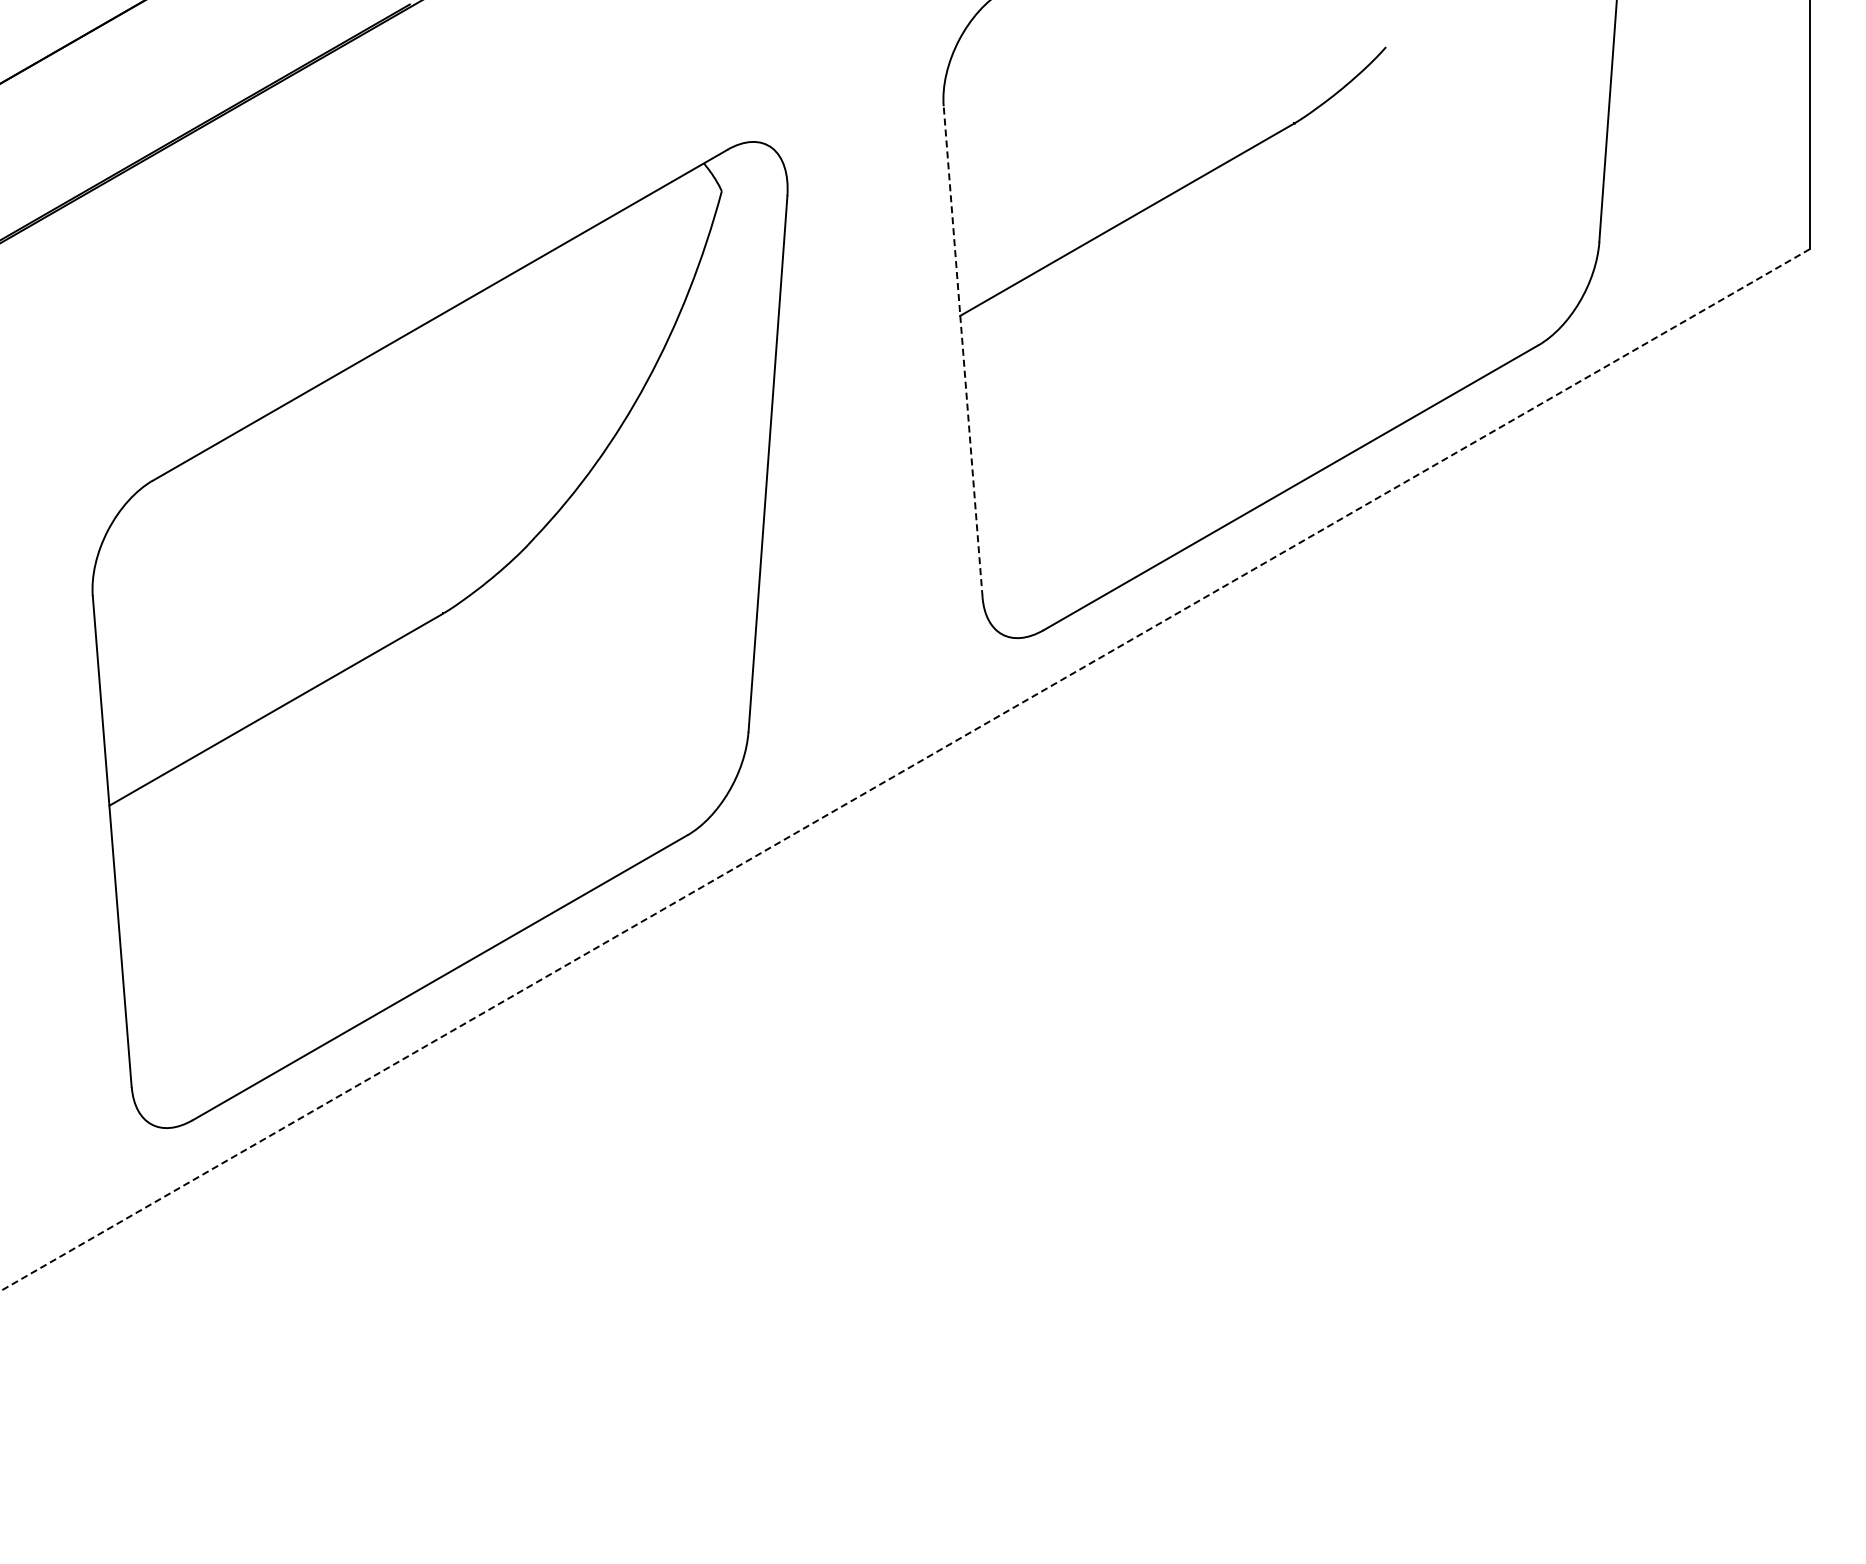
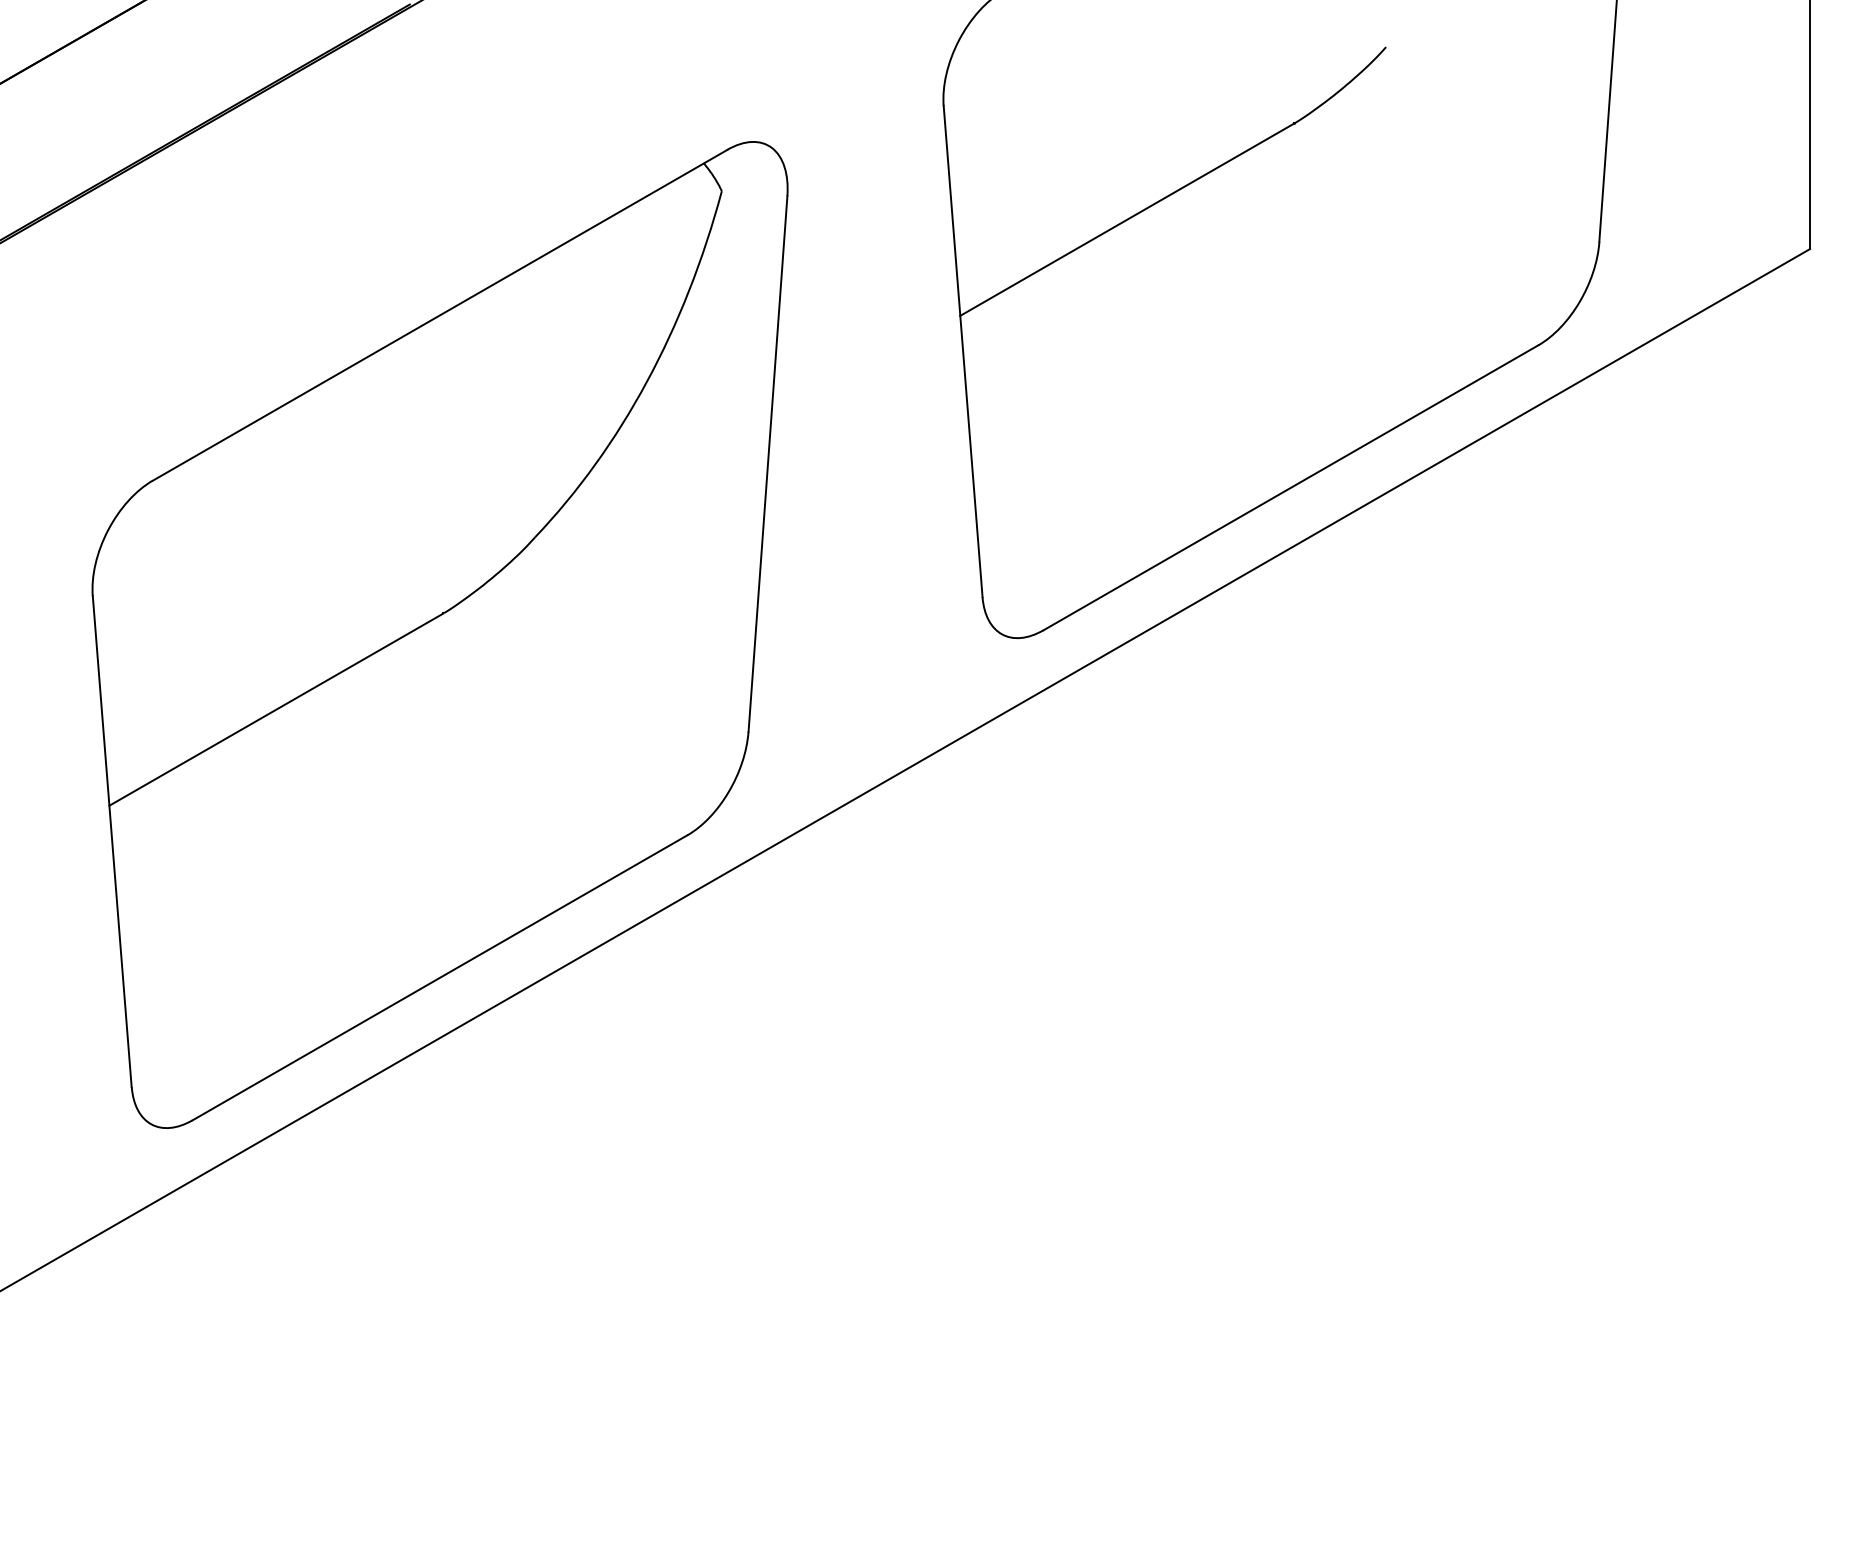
line at (963, 351): dashed -> solid
line at (905, 770): dashed -> solid
